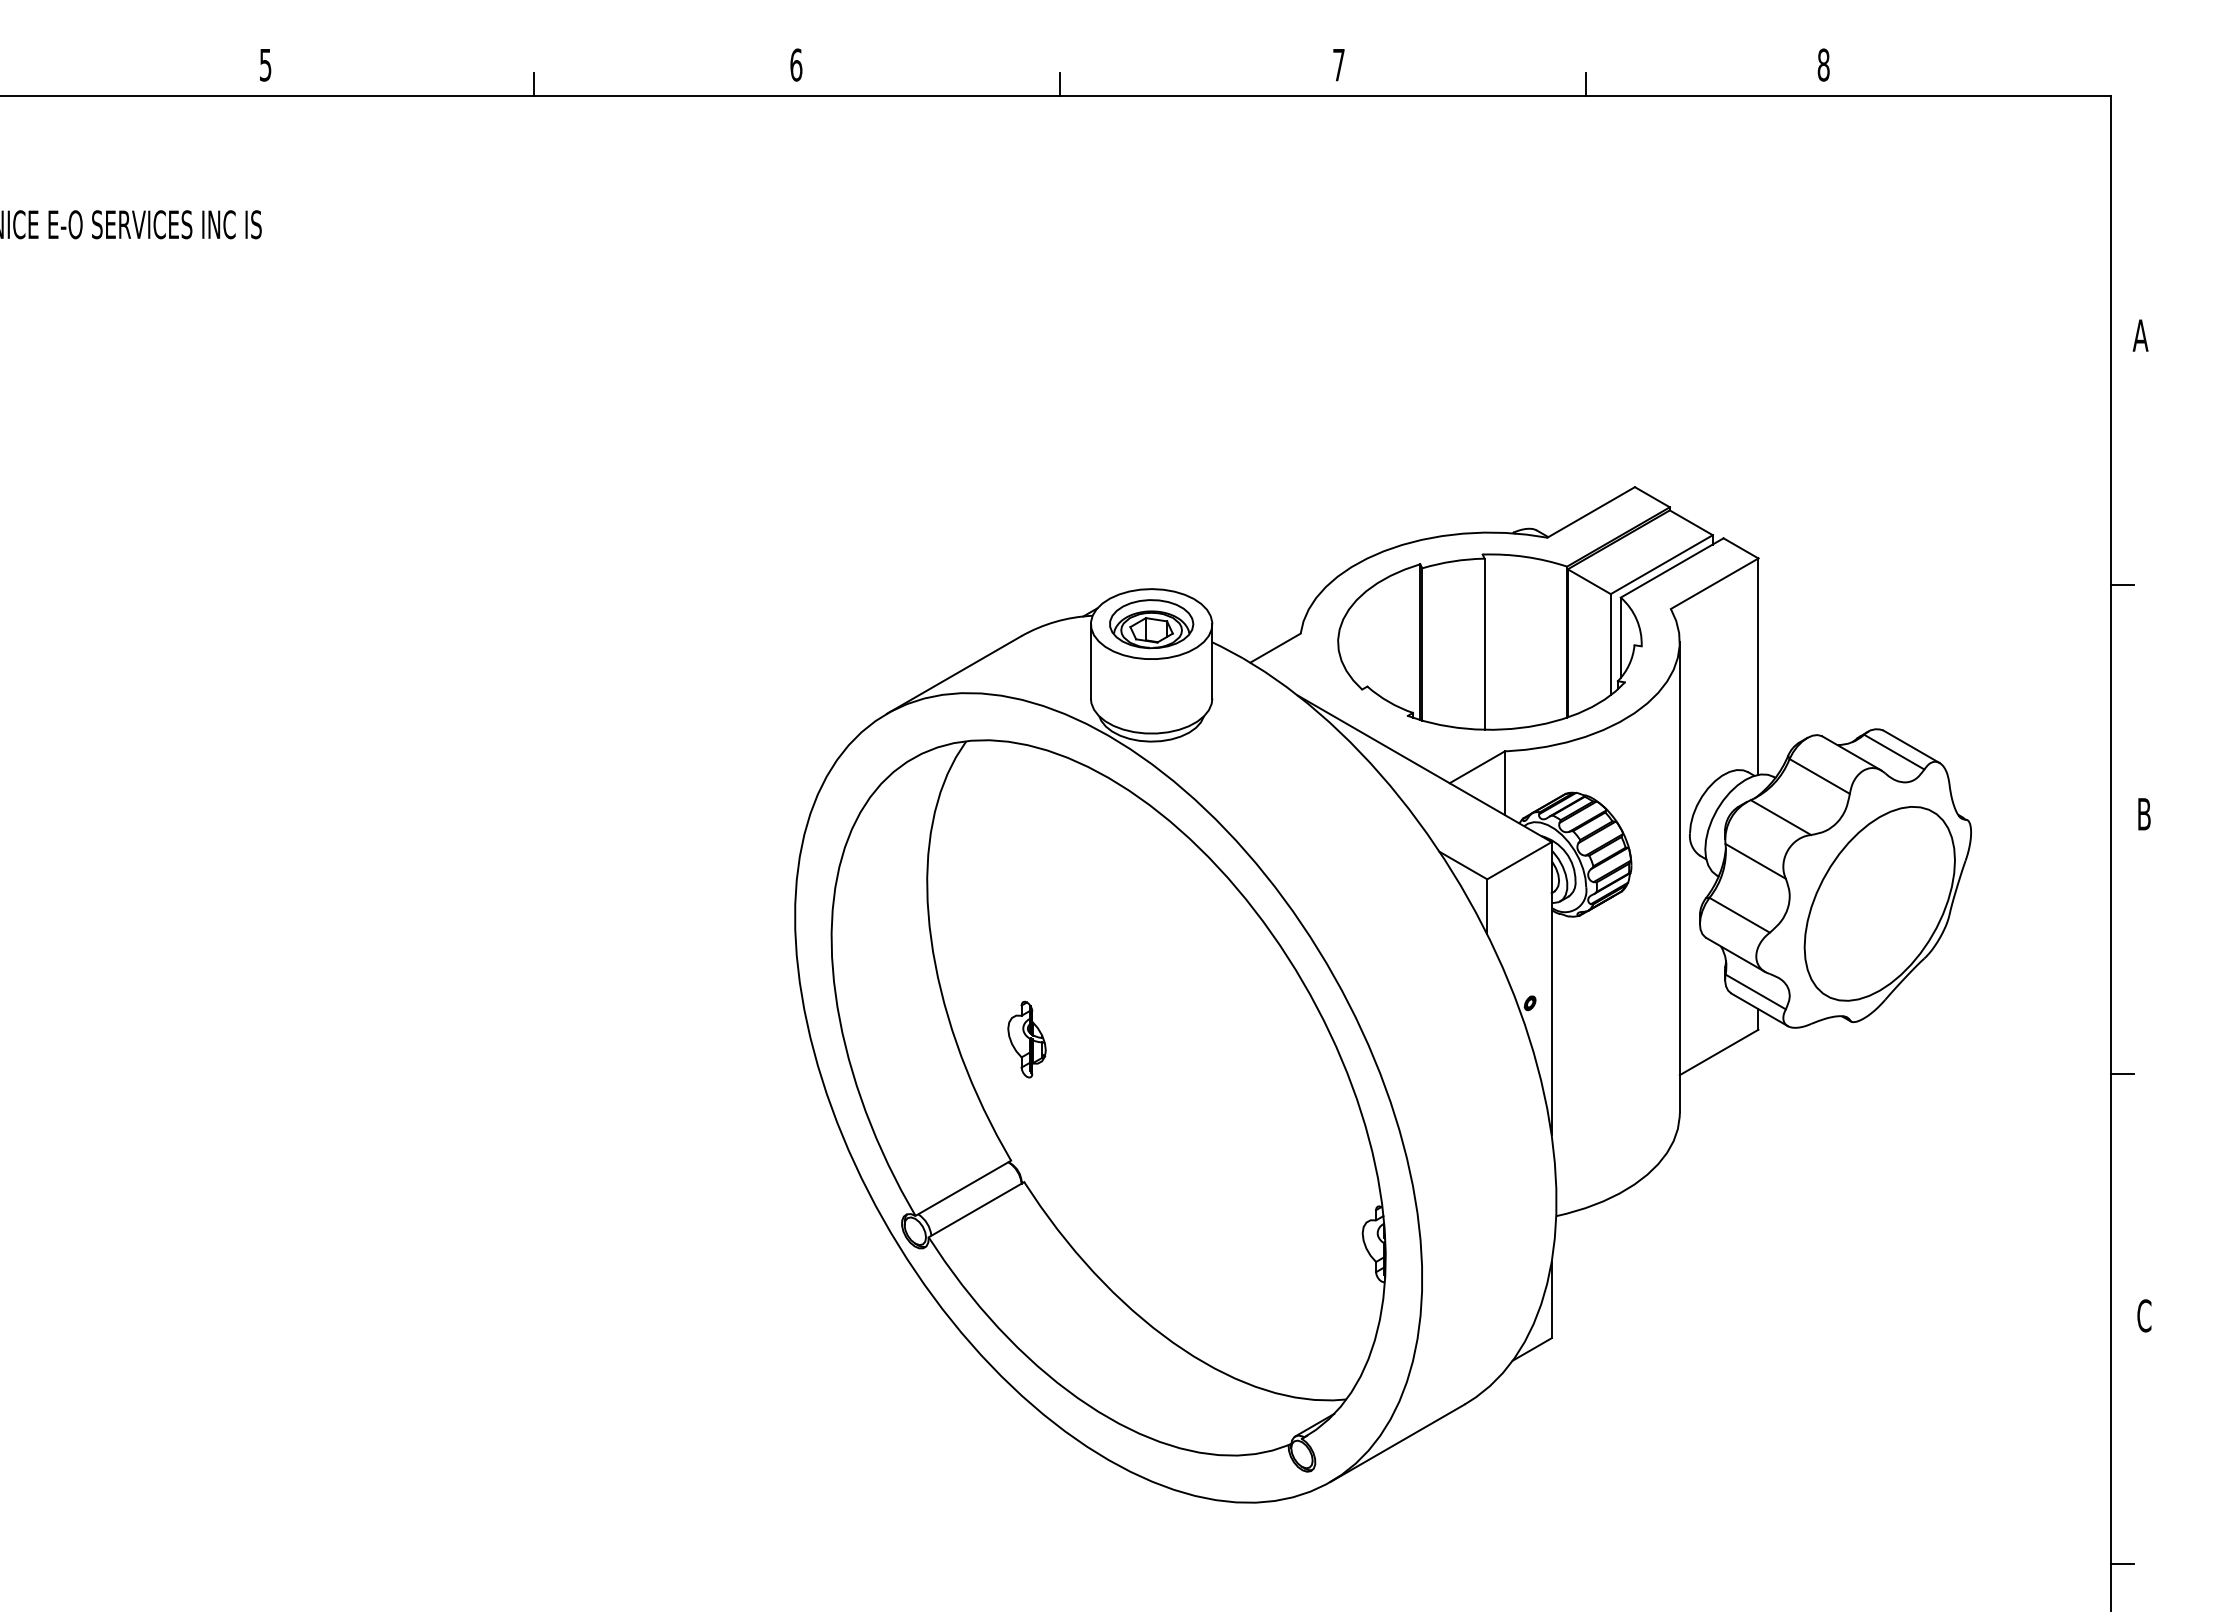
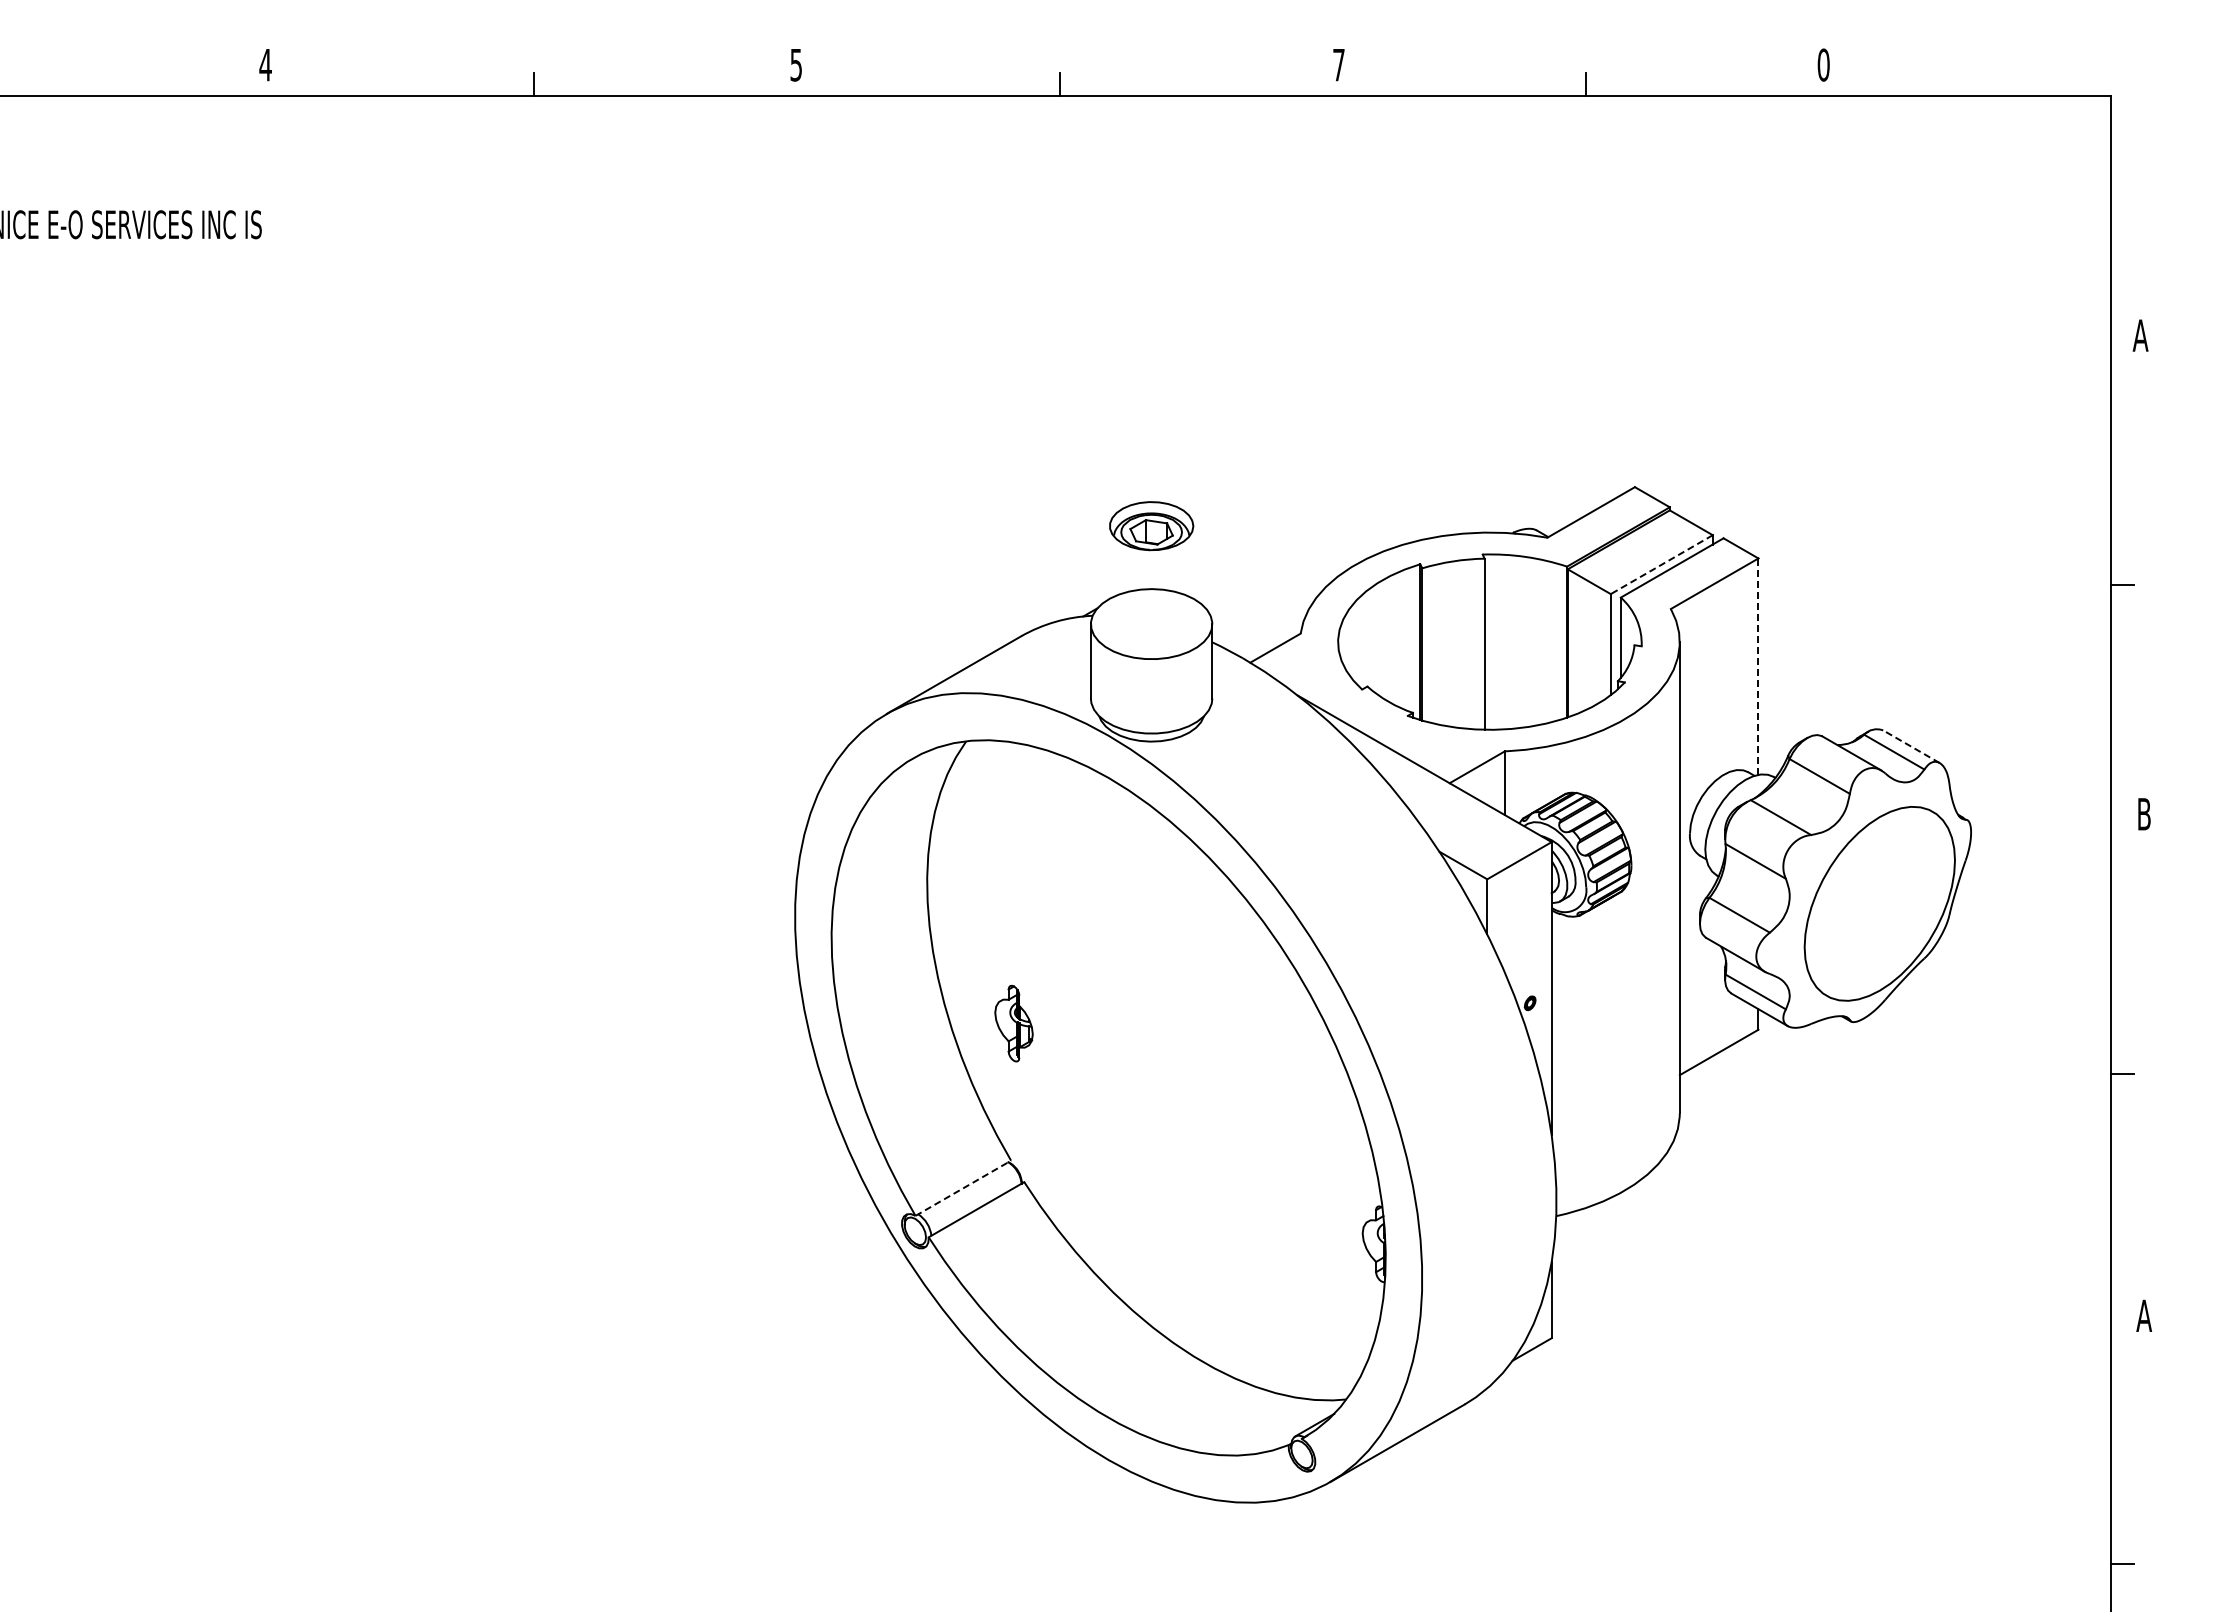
text at (796, 64): 6 -> 5
text at (265, 65): 5 -> 4
text at (1823, 65): 8 -> 0
line at (1661, 564): solid -> dashed
part at (1151, 624) position: (1151, 624) -> (1151, 526)
line at (1758, 666): solid -> dashed
line at (1911, 746): solid -> dashed
part at (1026, 1039) position: (1026, 1039) -> (1013, 1023)
line at (963, 1188): solid -> dashed
text at (2144, 1315): C -> A
